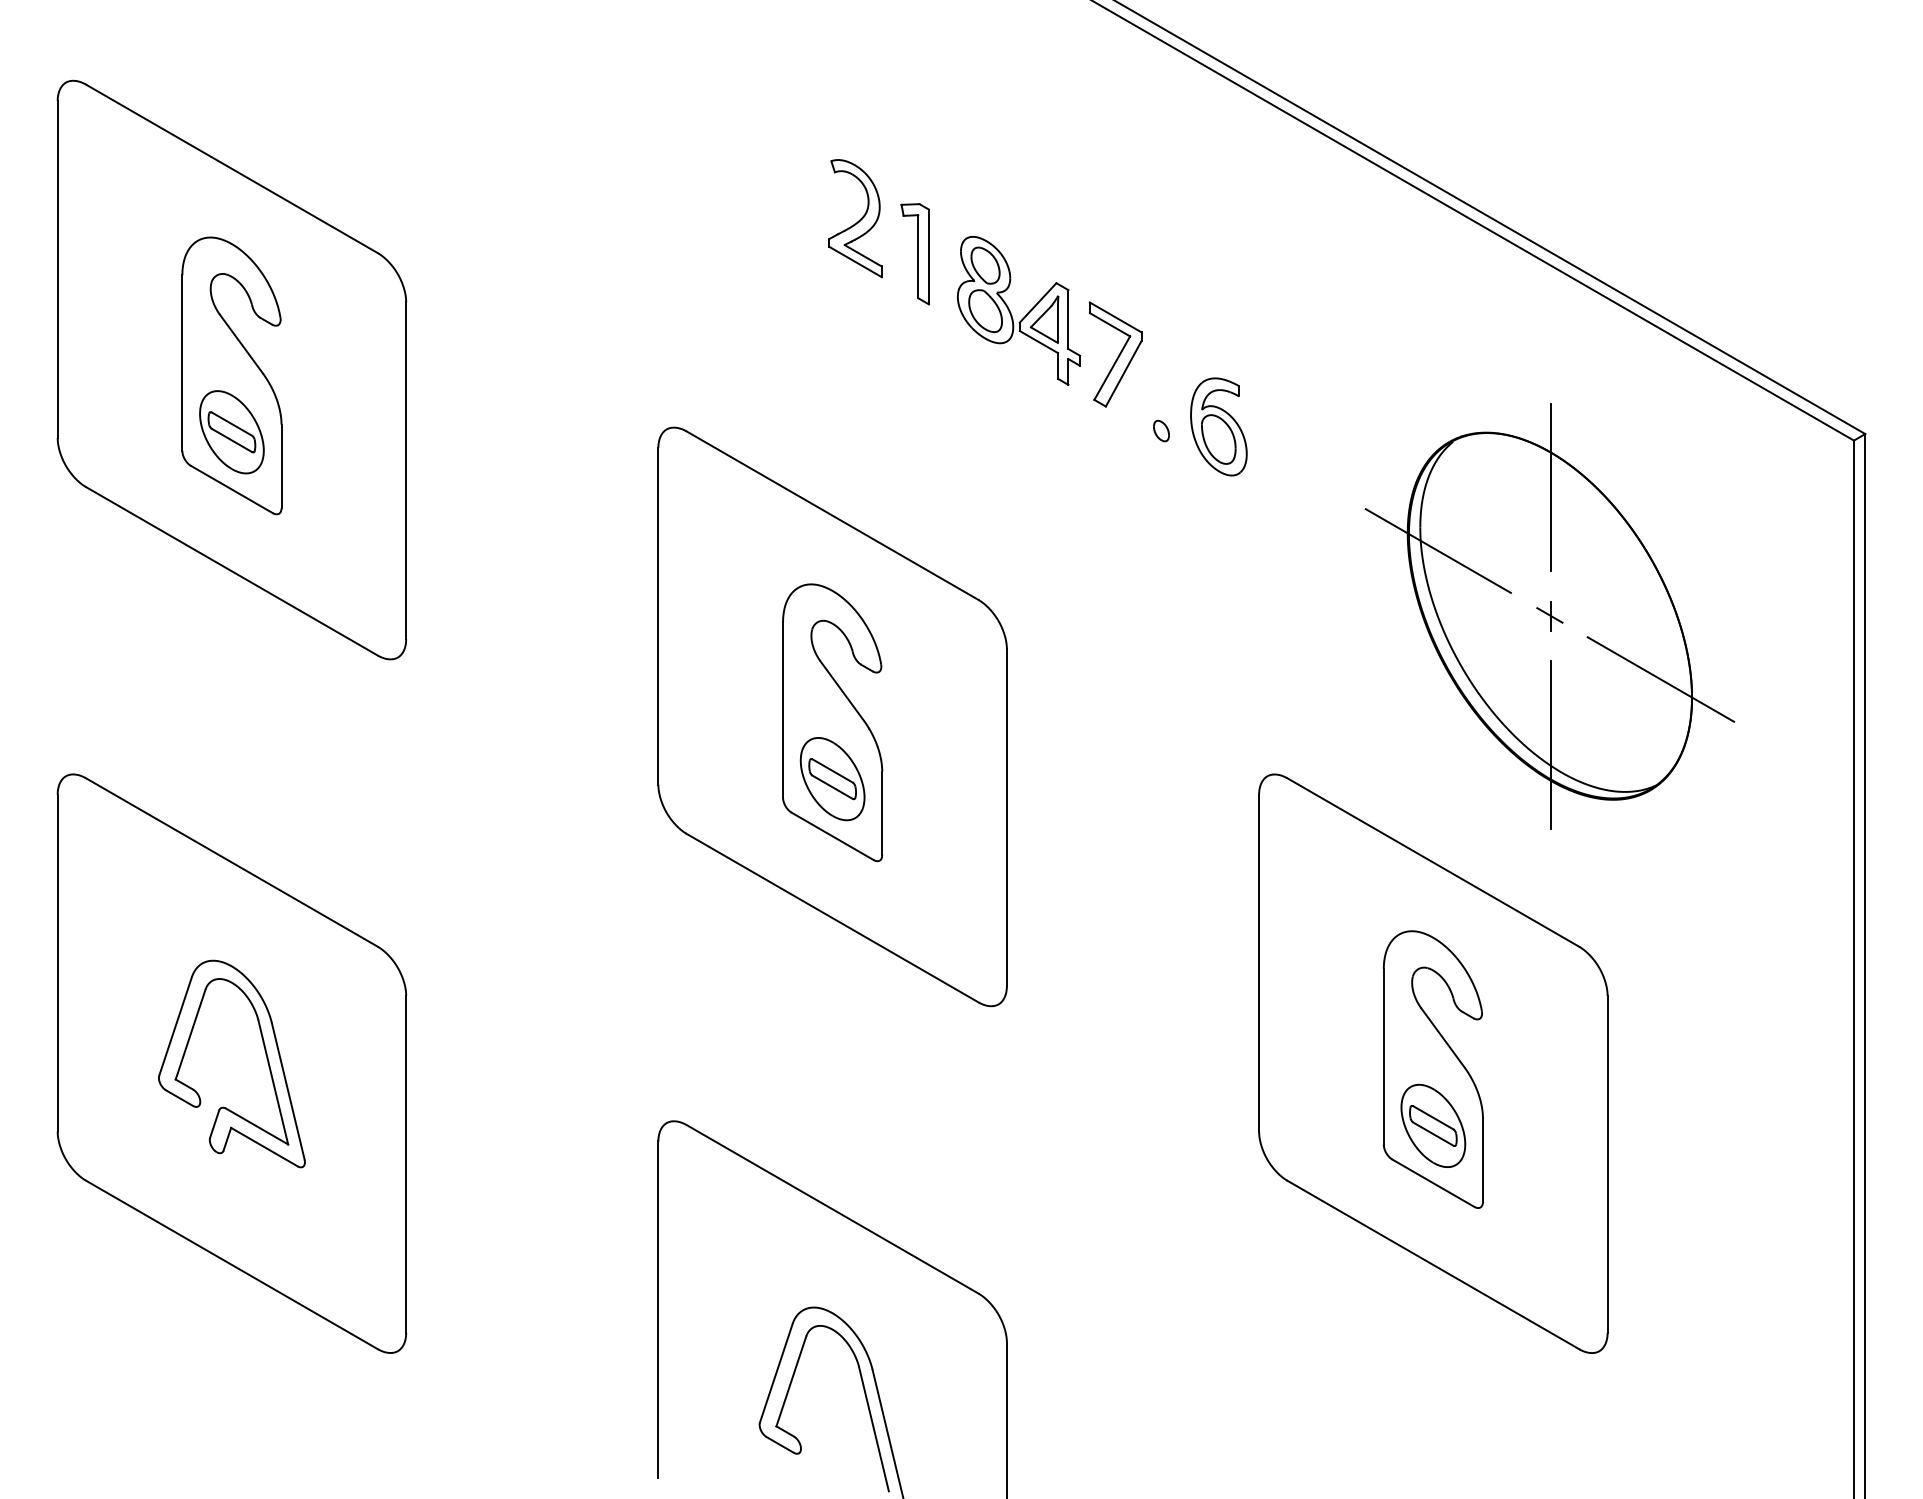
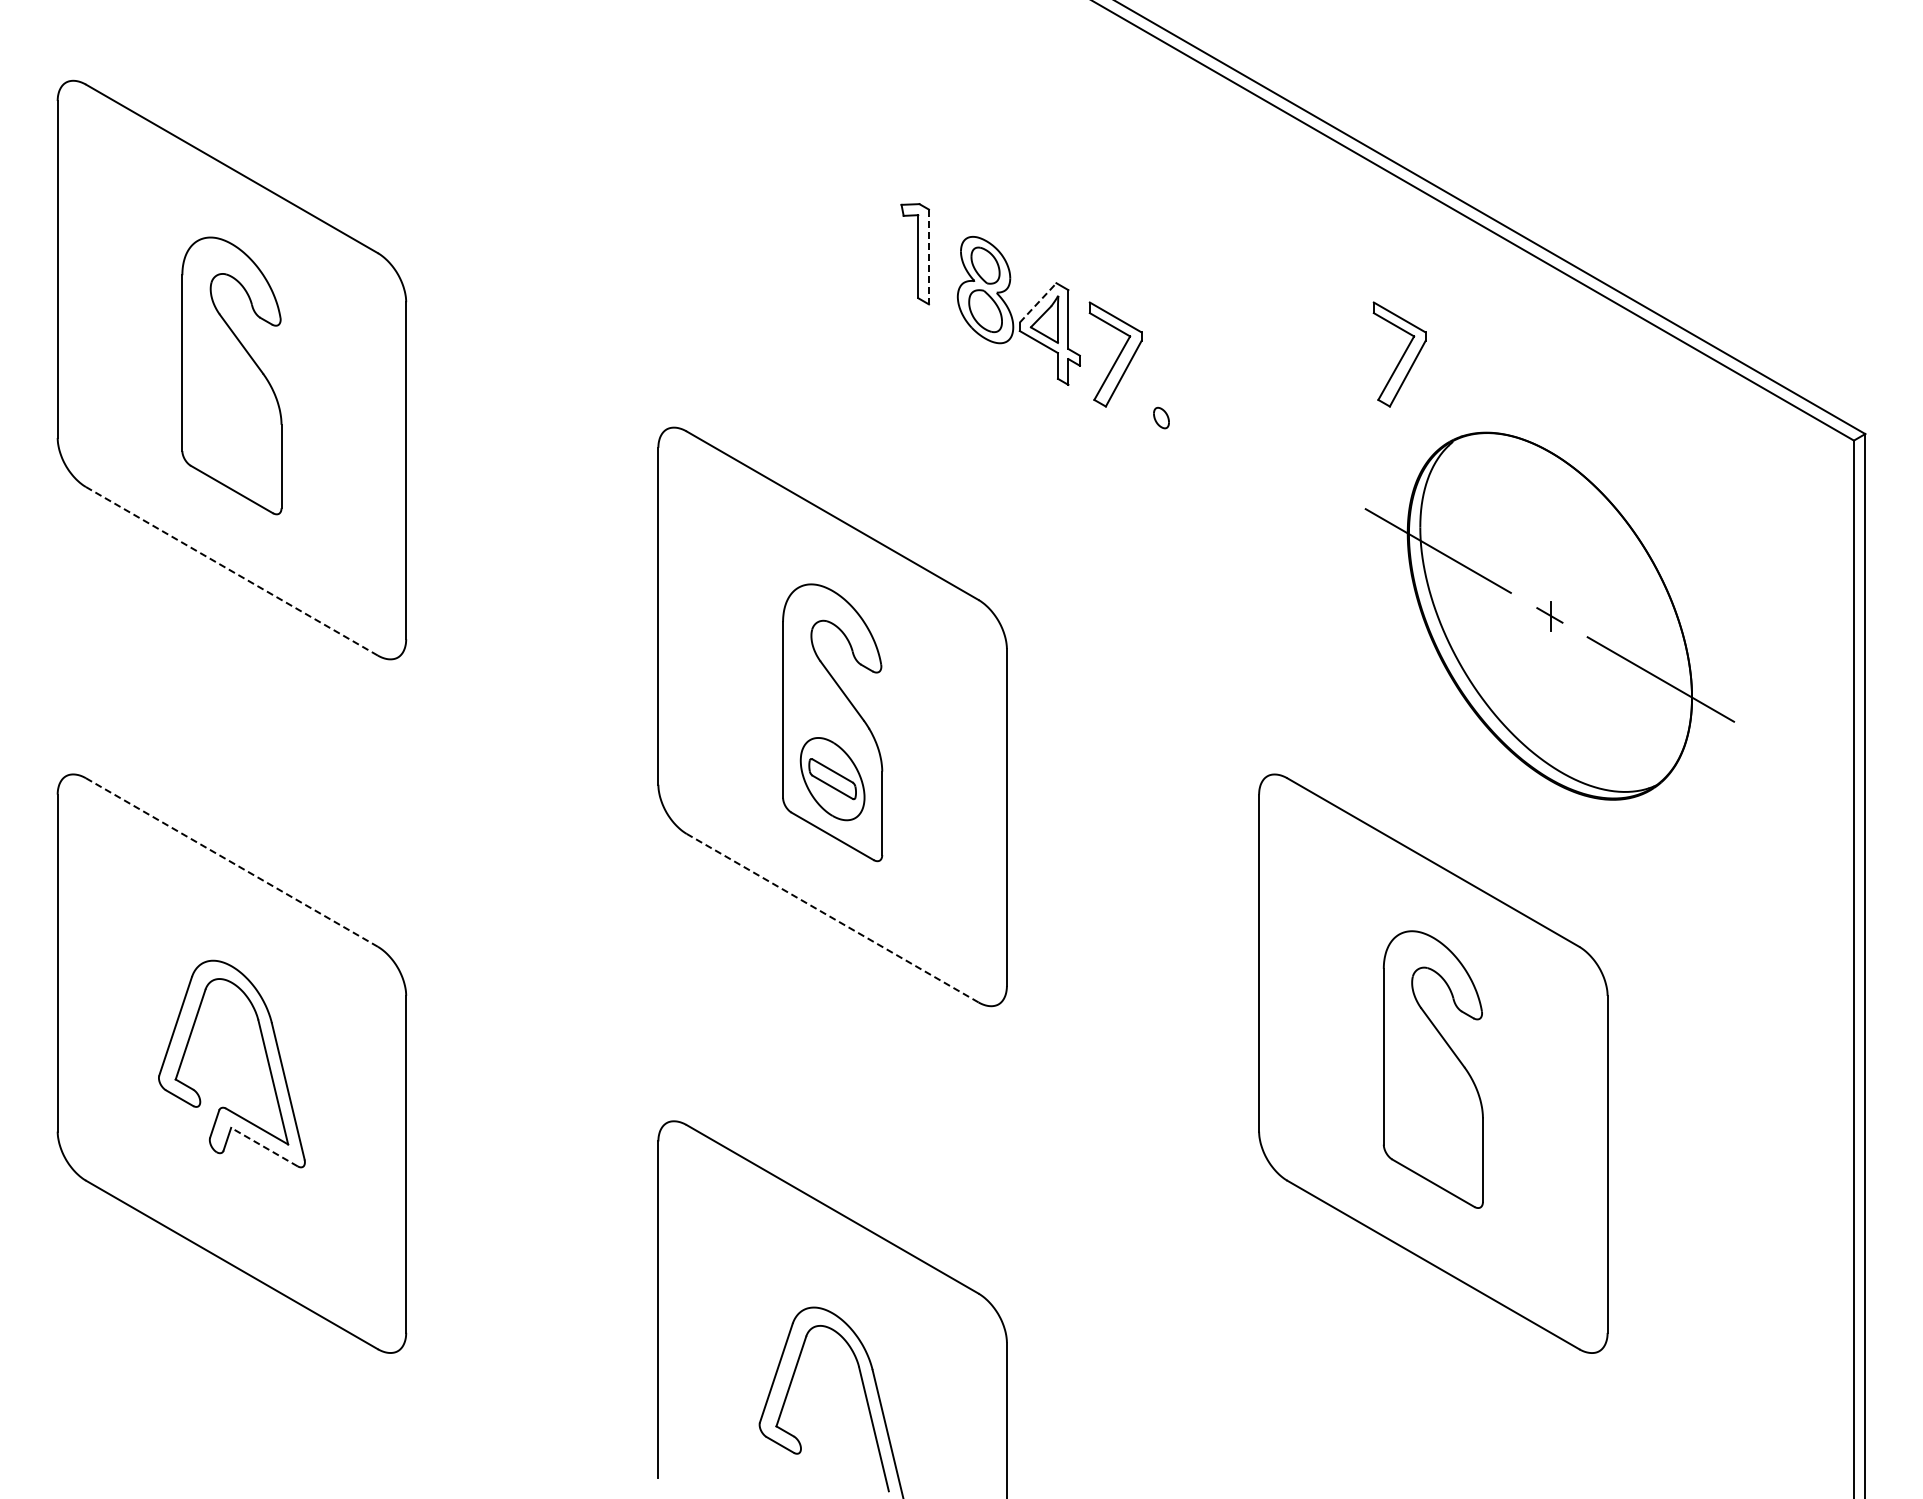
part at (855, 218): present -> none
line at (928, 257): solid -> dashed
line at (1038, 302): solid -> dashed
part at (1399, 354): none -> present
part at (1218, 426): present -> none
part at (1161, 430) position: (1161, 430) -> (1161, 417)
part at (231, 432): present -> none
line at (1550, 487): present -> none
line at (231, 571): solid -> dashed
line at (1550, 745): present -> none
line at (231, 862): solid -> dashed
line at (832, 918): solid -> dashed
part at (1433, 1125): present -> none
line at (264, 1147): solid -> dashed
